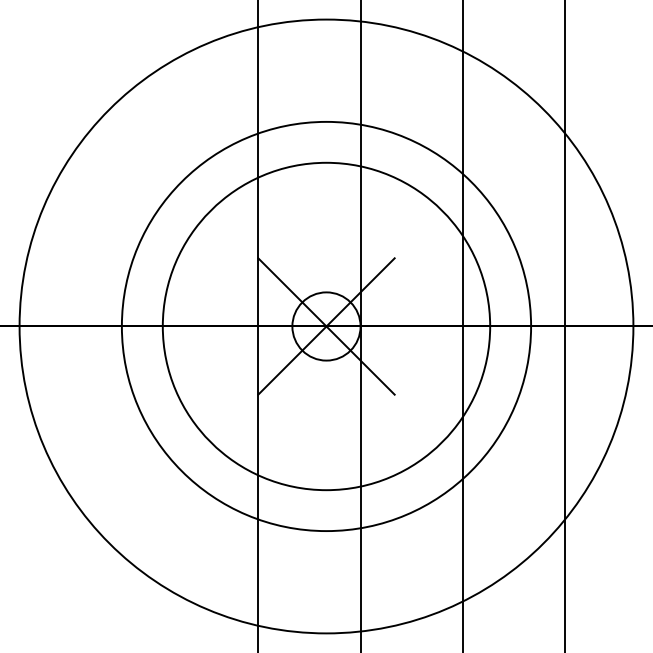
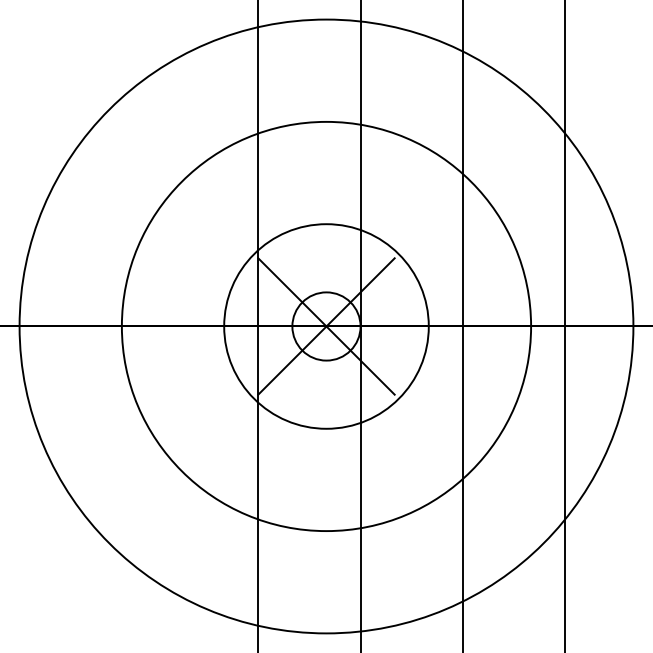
circle at (326, 326) diameter: 327 px -> 205 px
